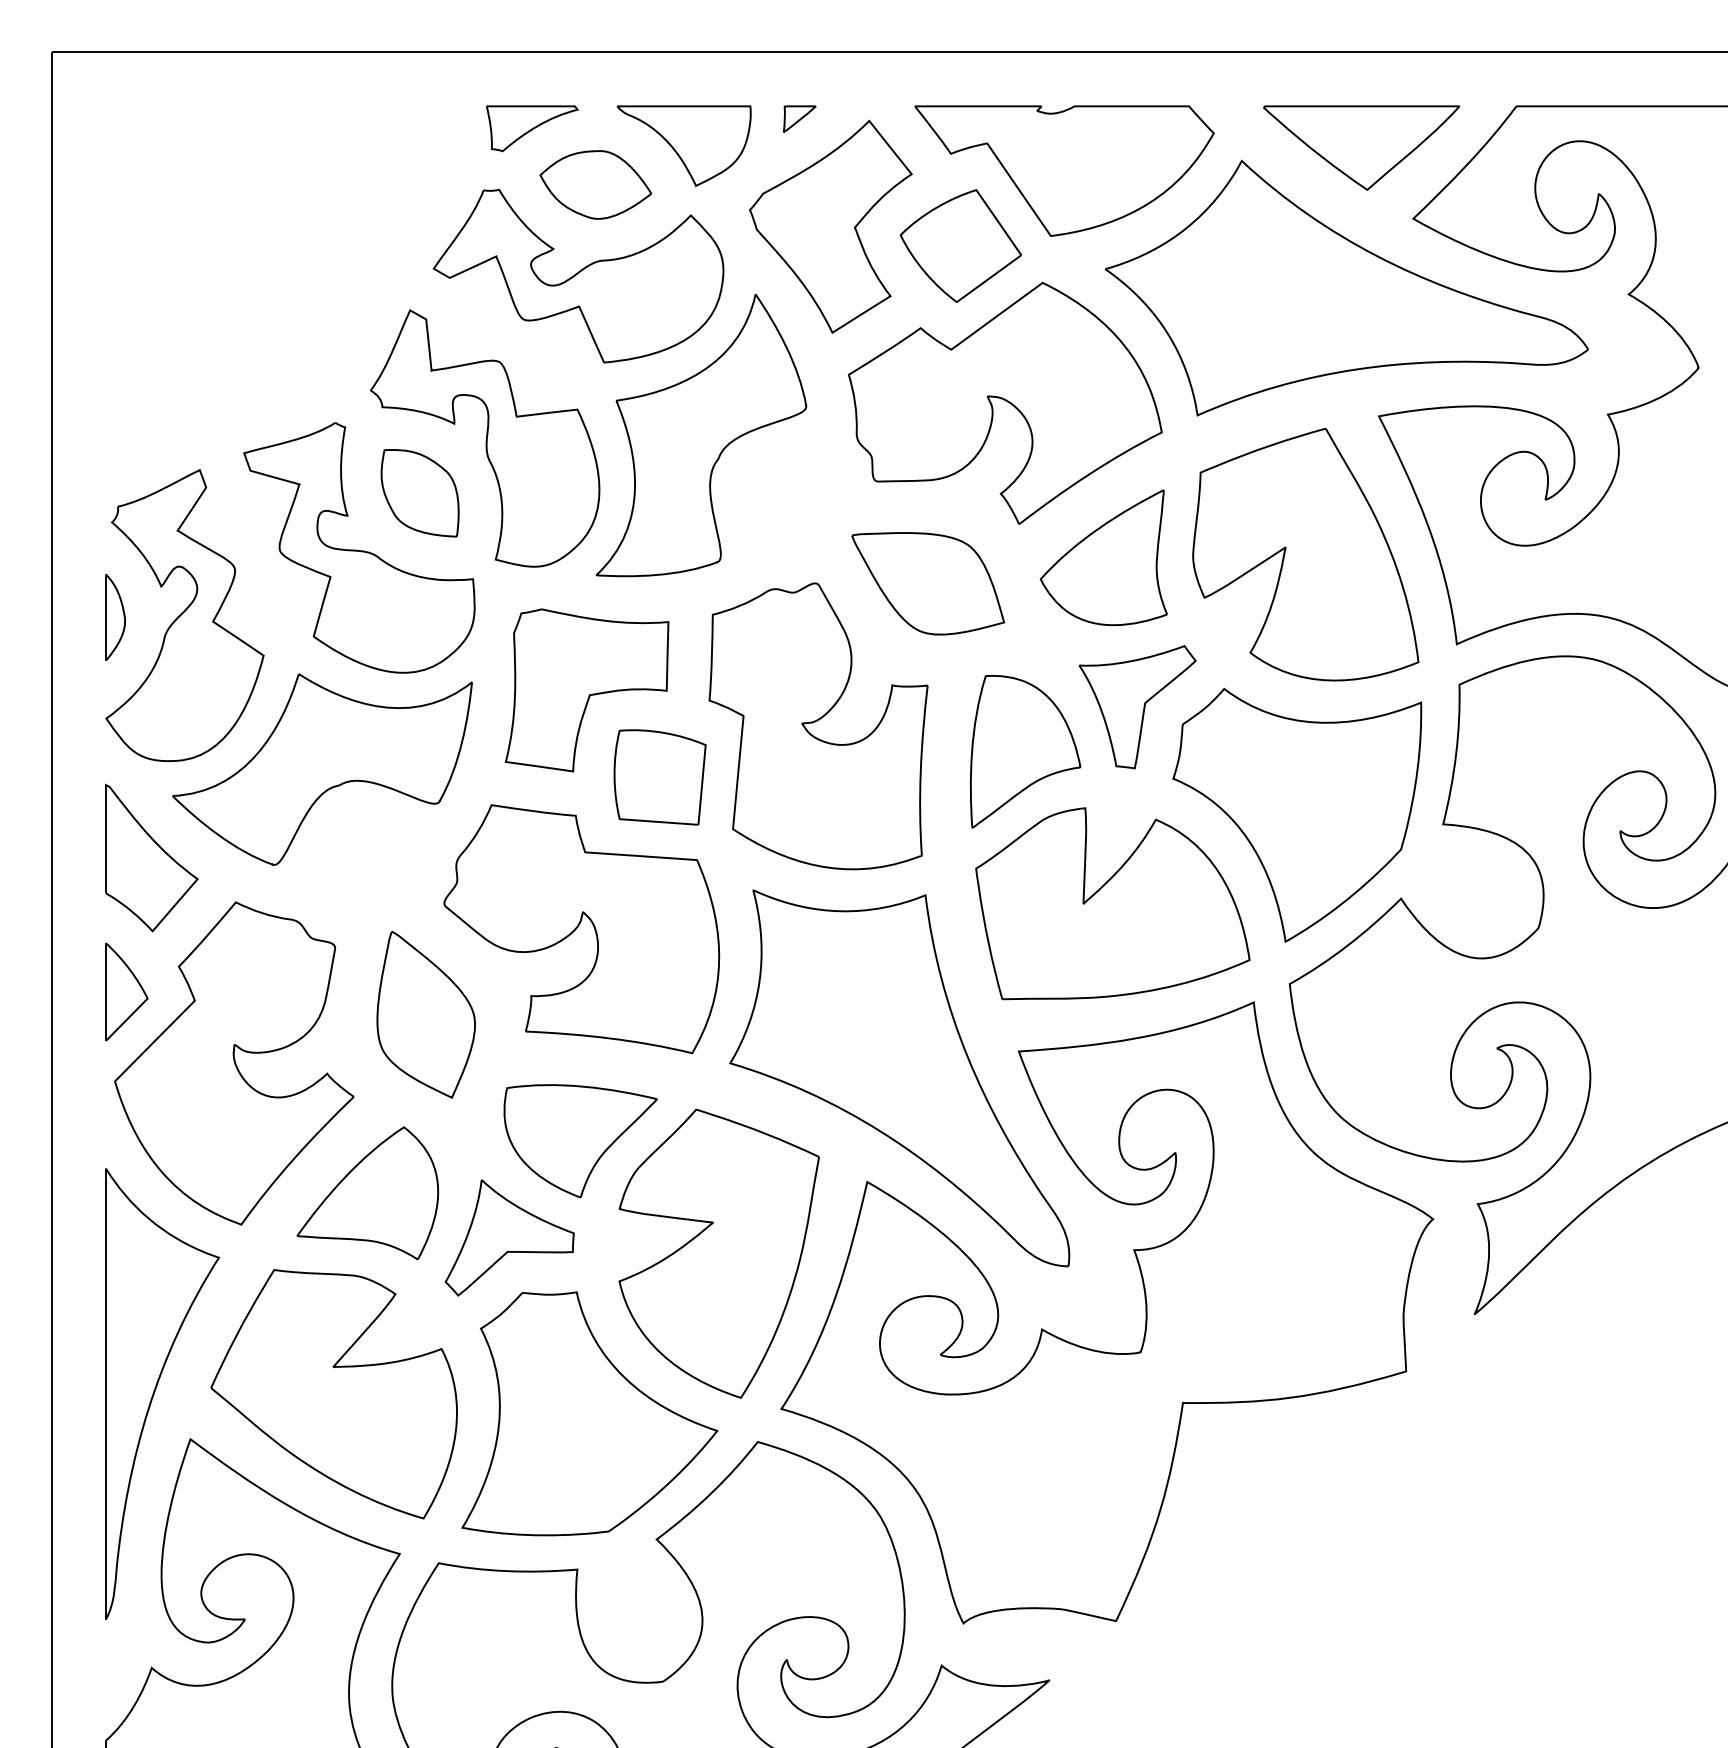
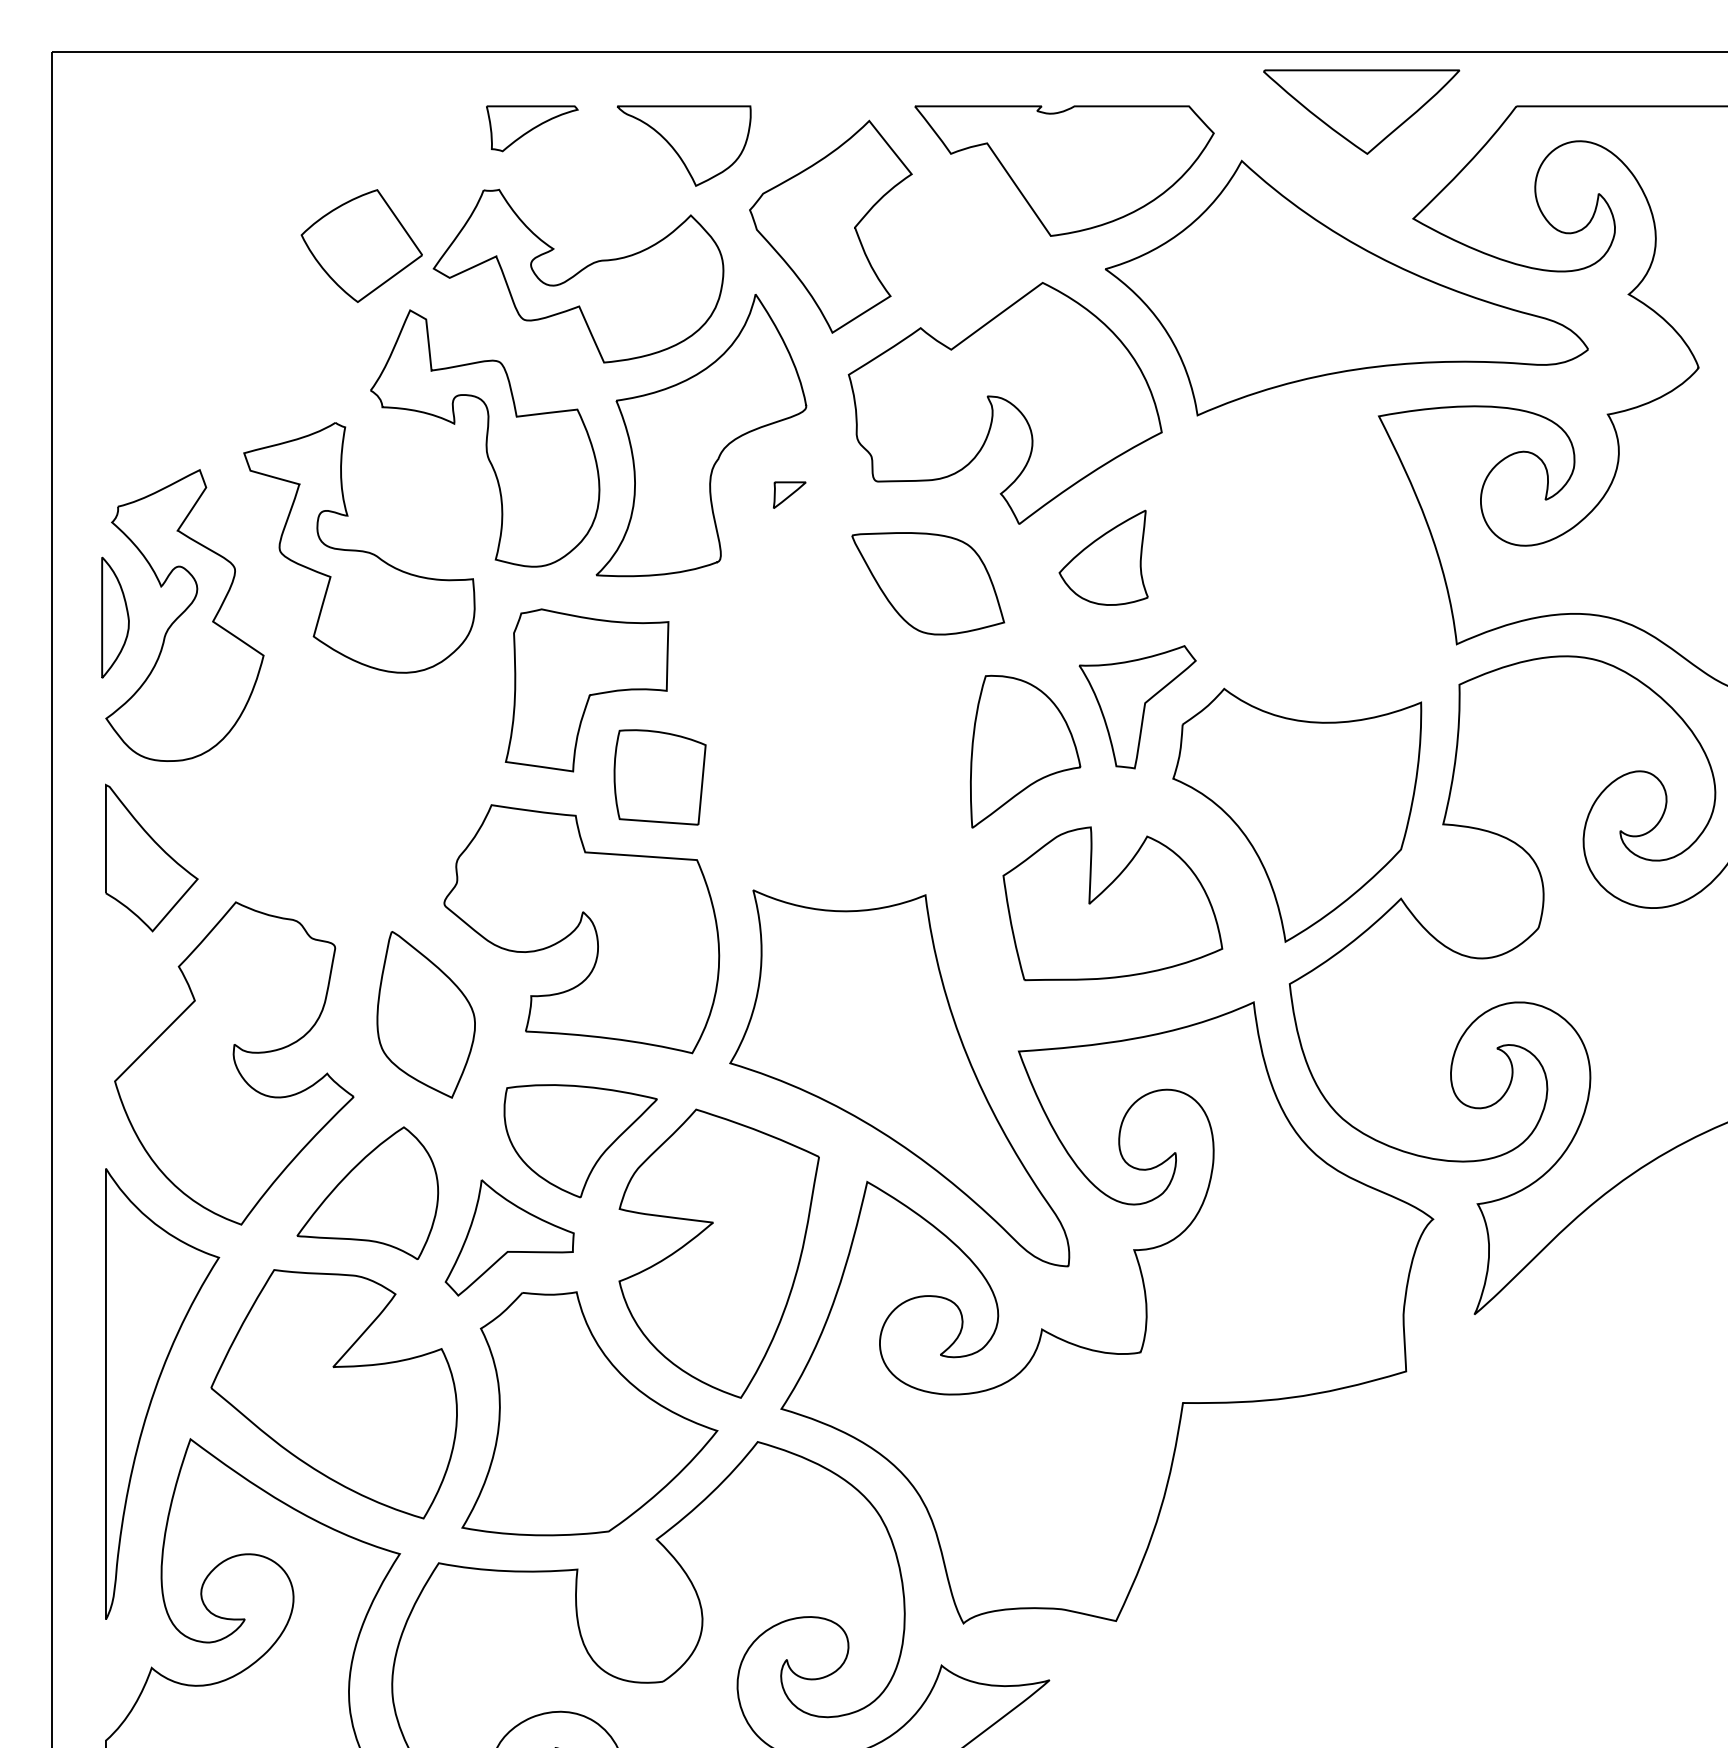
part at (799, 118) position: (799, 118) -> (789, 494)
part at (1361, 147) position: (1361, 147) -> (1361, 111)
part at (595, 184): present -> none
part at (960, 245) position: (960, 245) -> (361, 245)
part at (419, 493): present -> none
part at (1305, 554): present -> none
part at (1103, 557) size: 129x138 px -> 91x97 px
part at (115, 616) size: 21x88 px -> 29x123 px
part at (818, 726): present -> none
part at (322, 769): present -> none
part at (1112, 903) size: 276x194 px -> 222x156 px
part at (126, 991): present -> none
